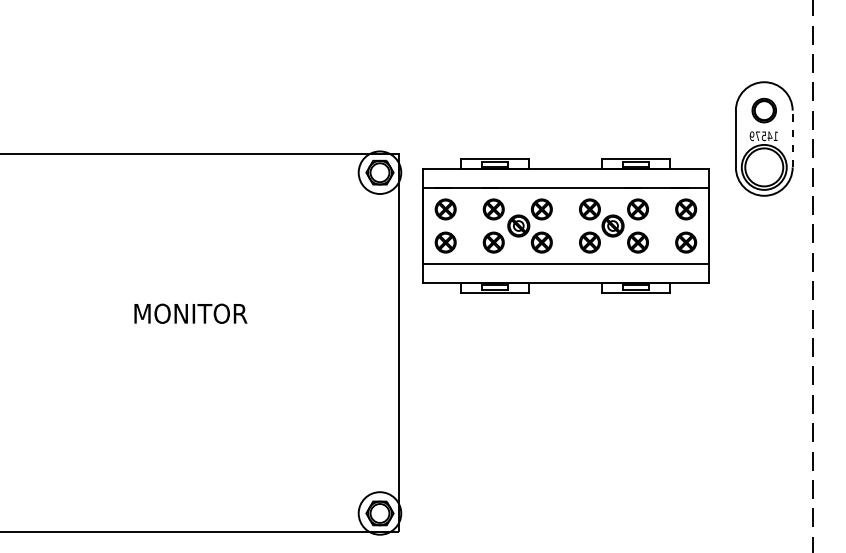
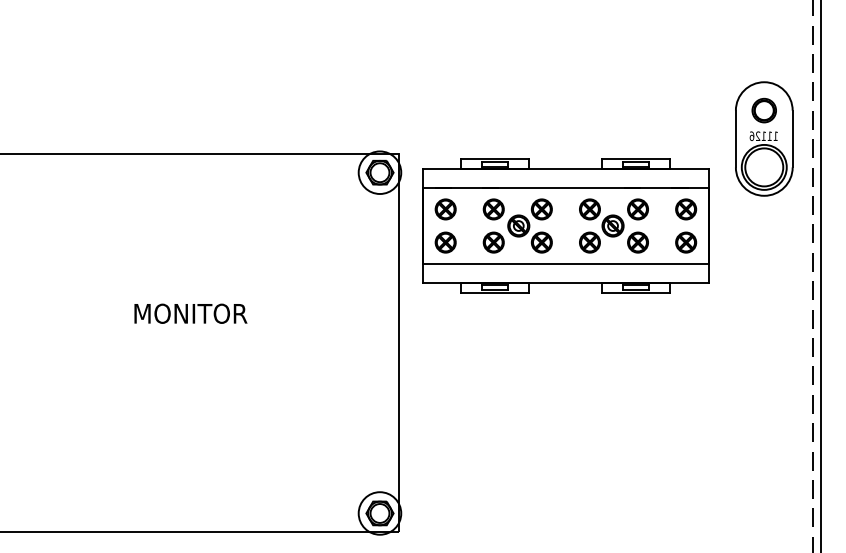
text at (760, 136): 14579 -> 11126
line at (792, 138): dashed -> solid
line at (820, 275): none -> present
